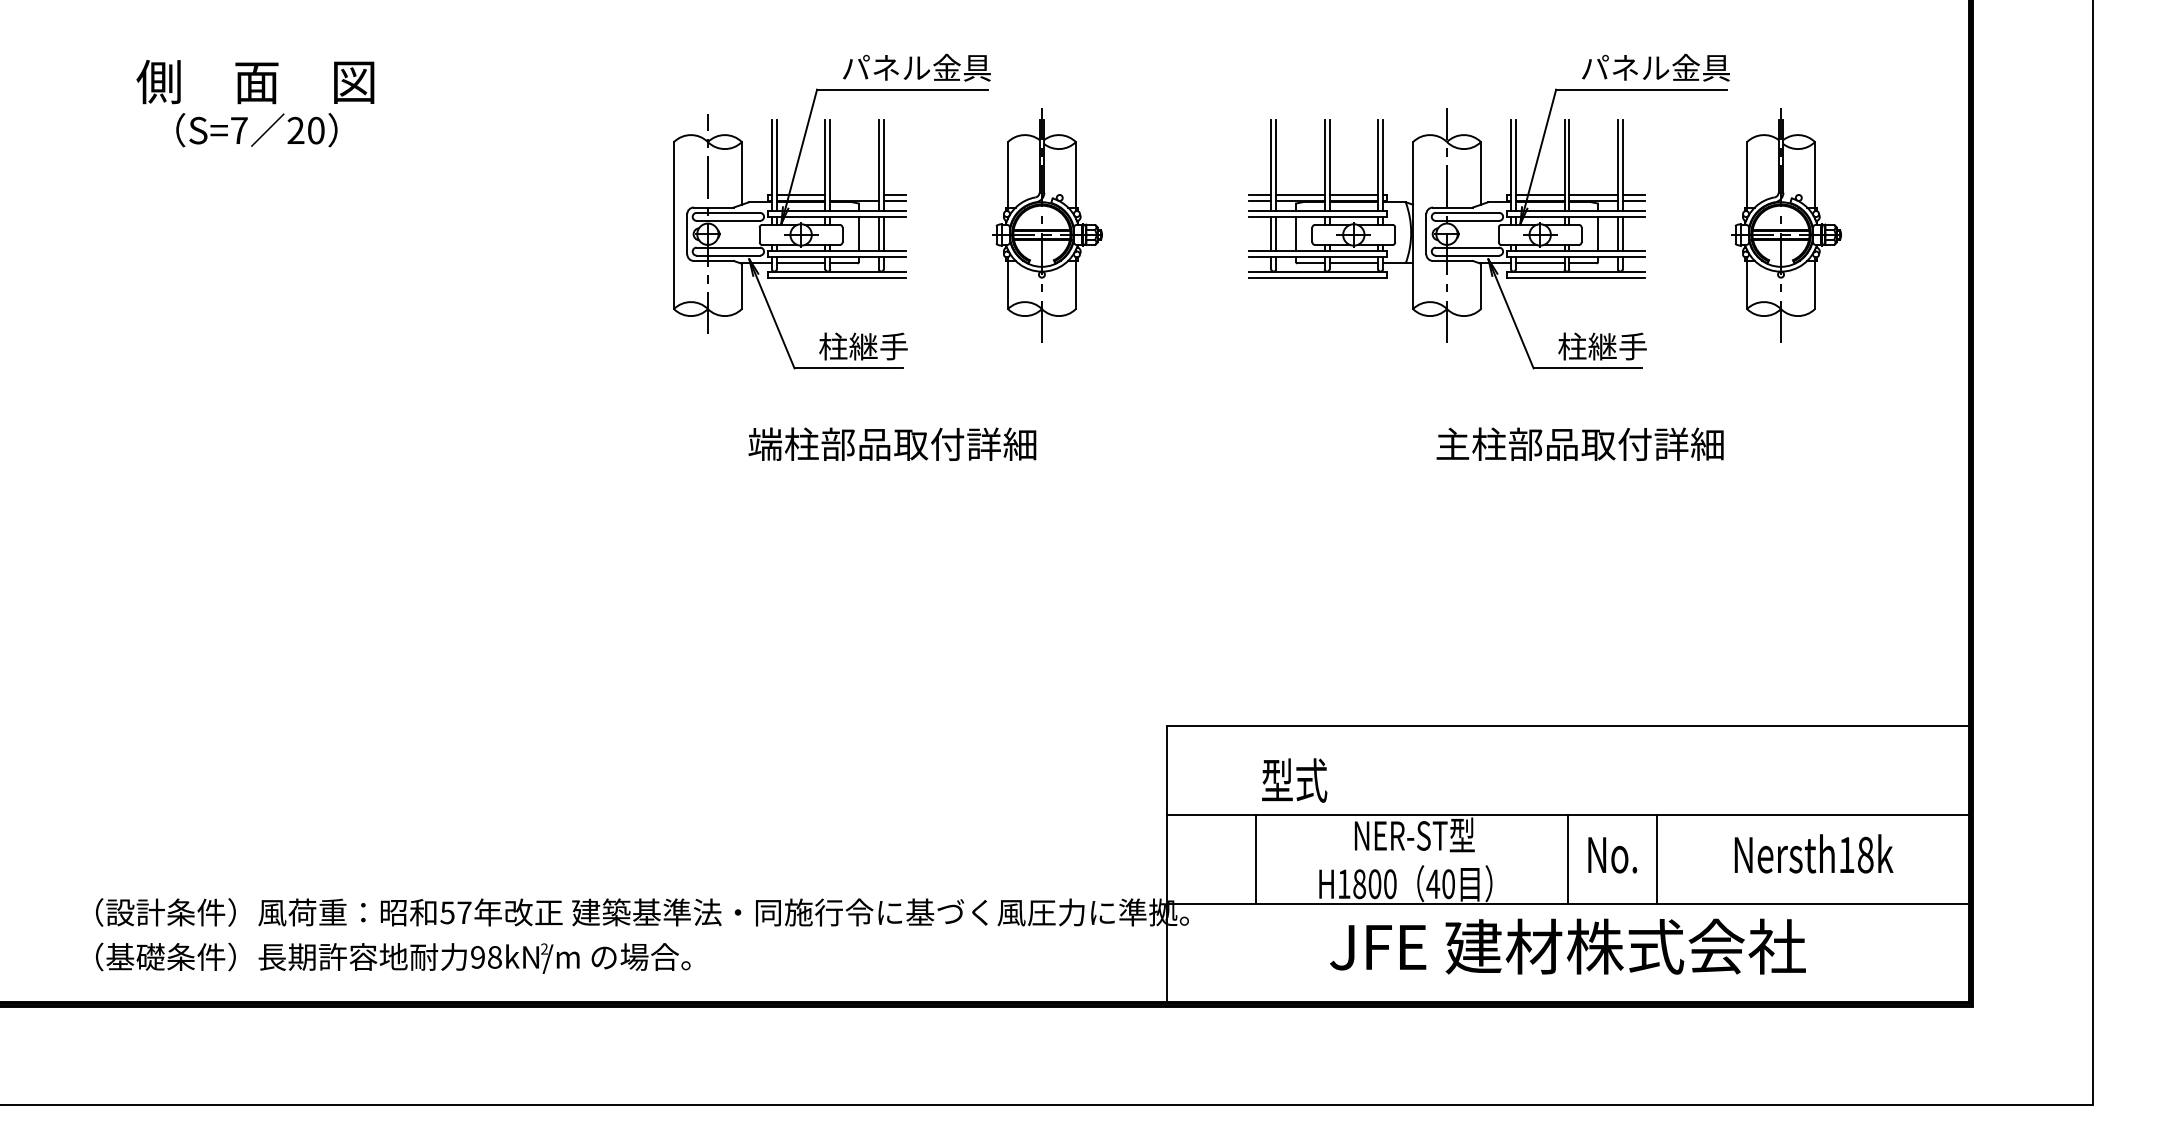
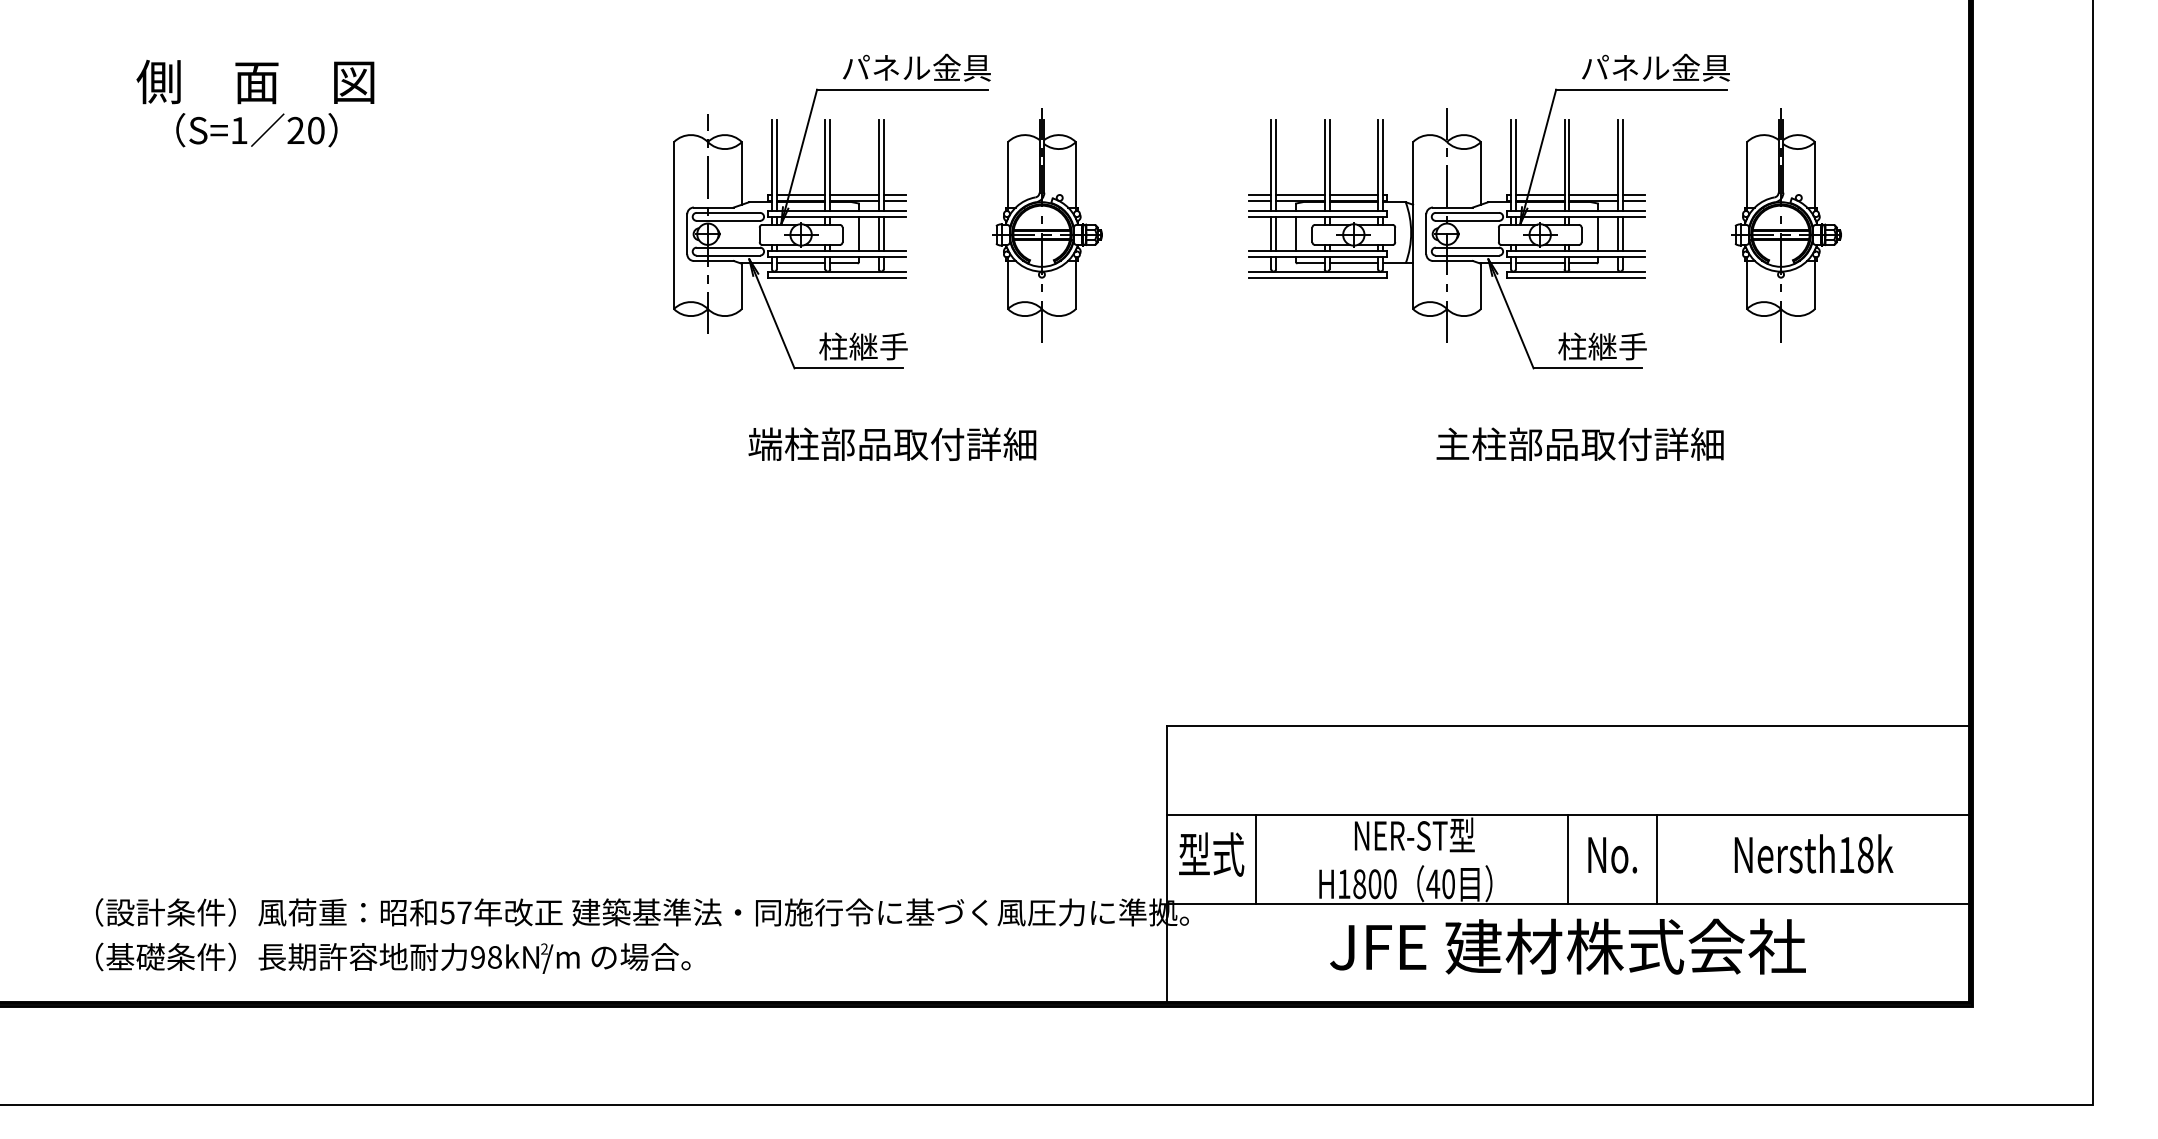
text at (239, 130): S=7 -> S=1
line at (854, 194): none -> present
text at (1294, 780) position: (1294, 780) -> (1211, 854)
